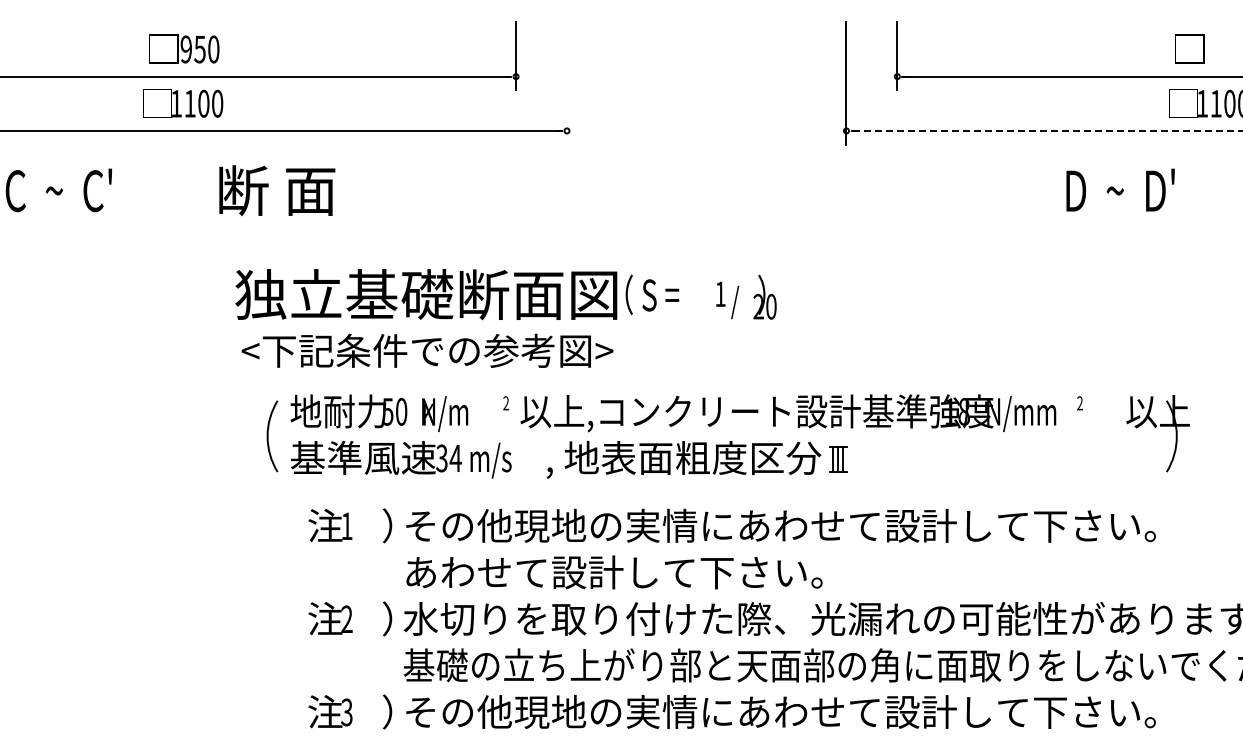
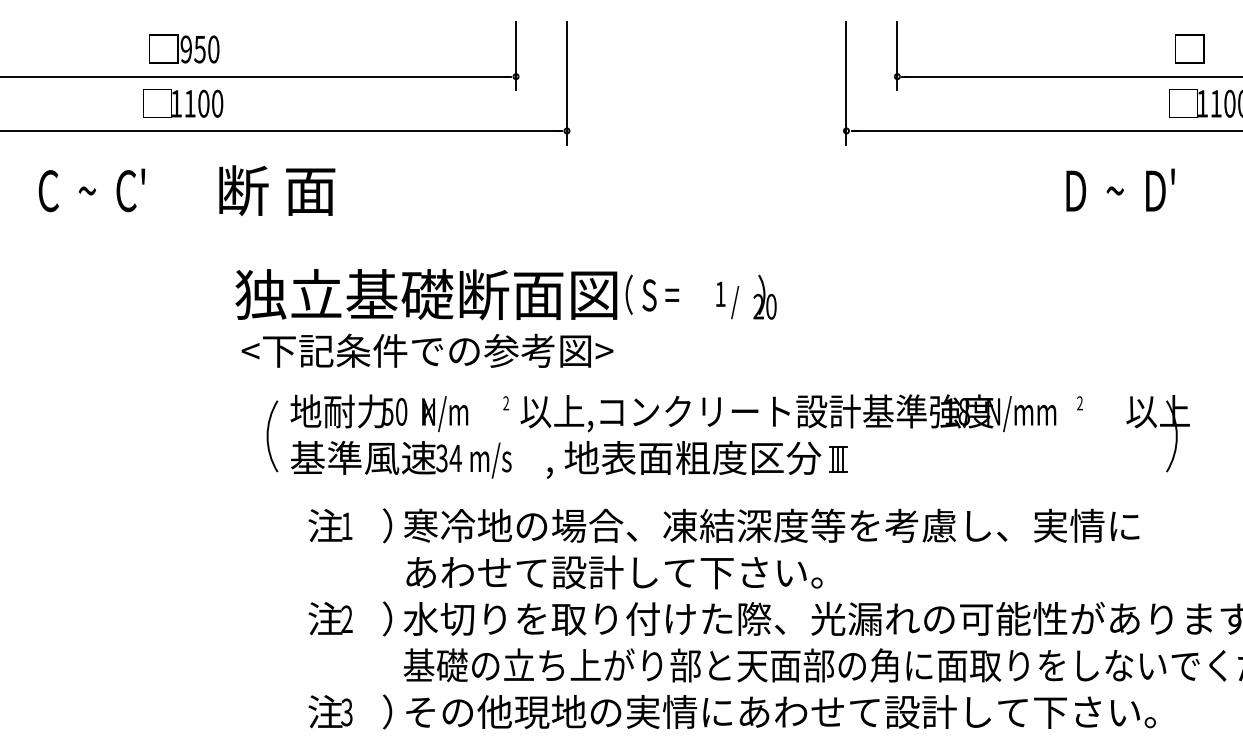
line at (566, 83): none -> present
line at (1048, 130): dashed -> solid
text at (58, 190) position: (58, 190) -> (91, 190)
text at (779, 525): その他現地の実情にあわせて設計して下さい。 -> 寒冷地の場合、凍結深度等を考慮し、実情に
